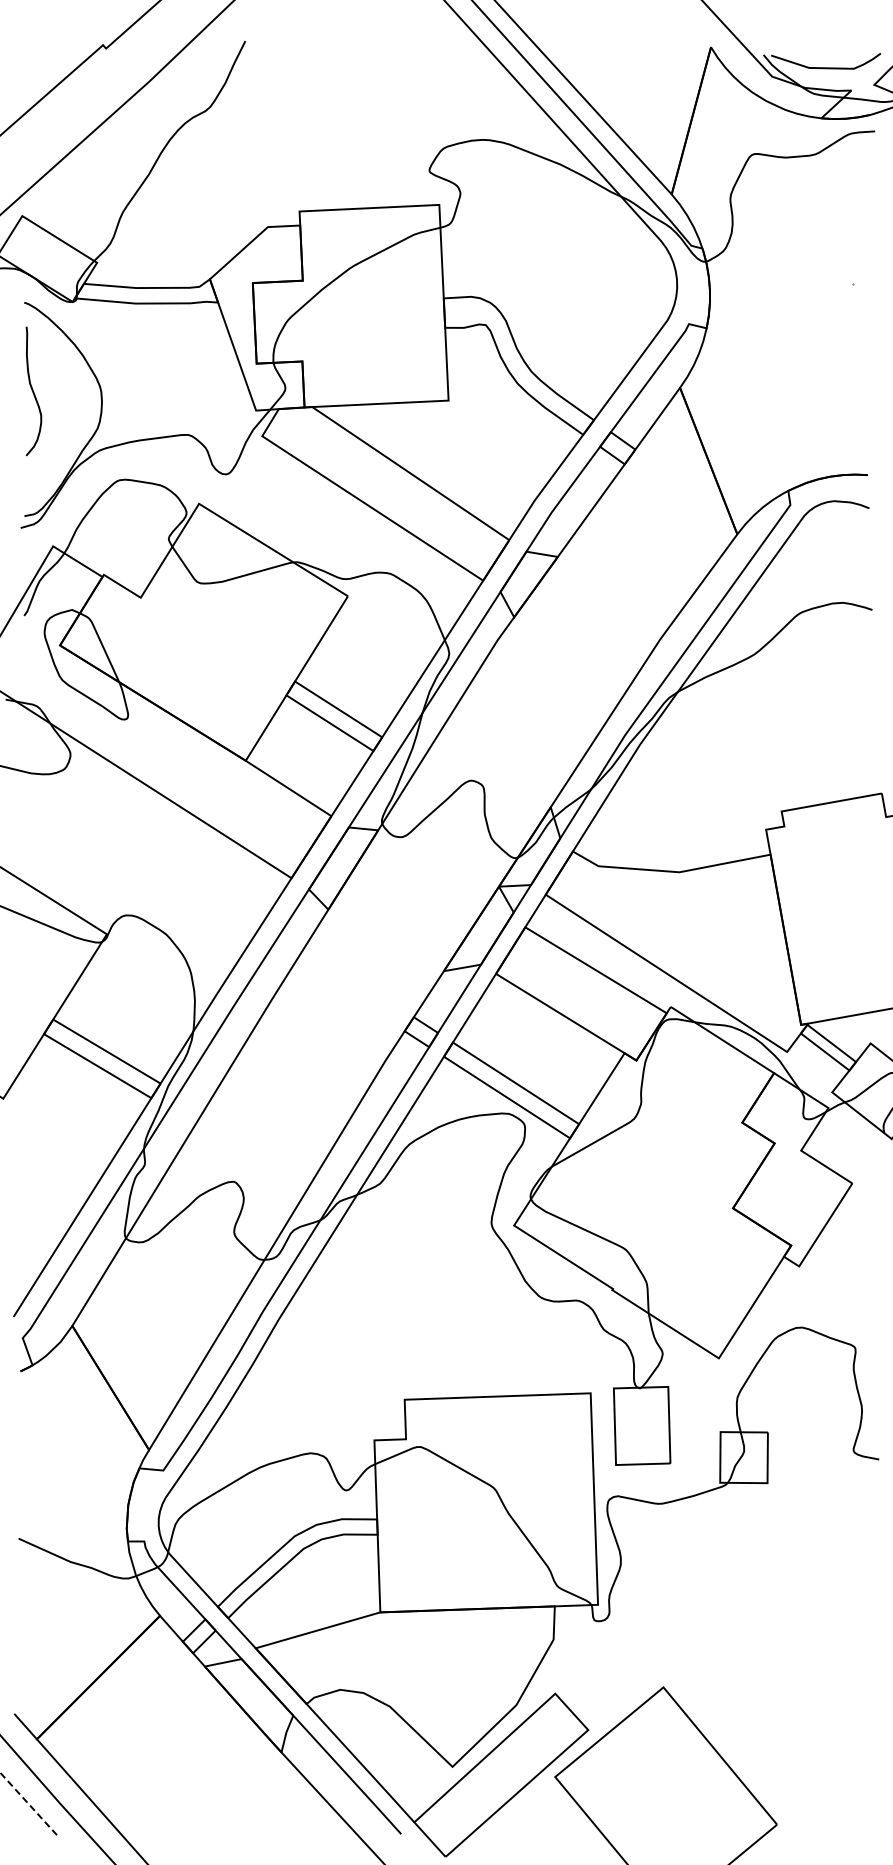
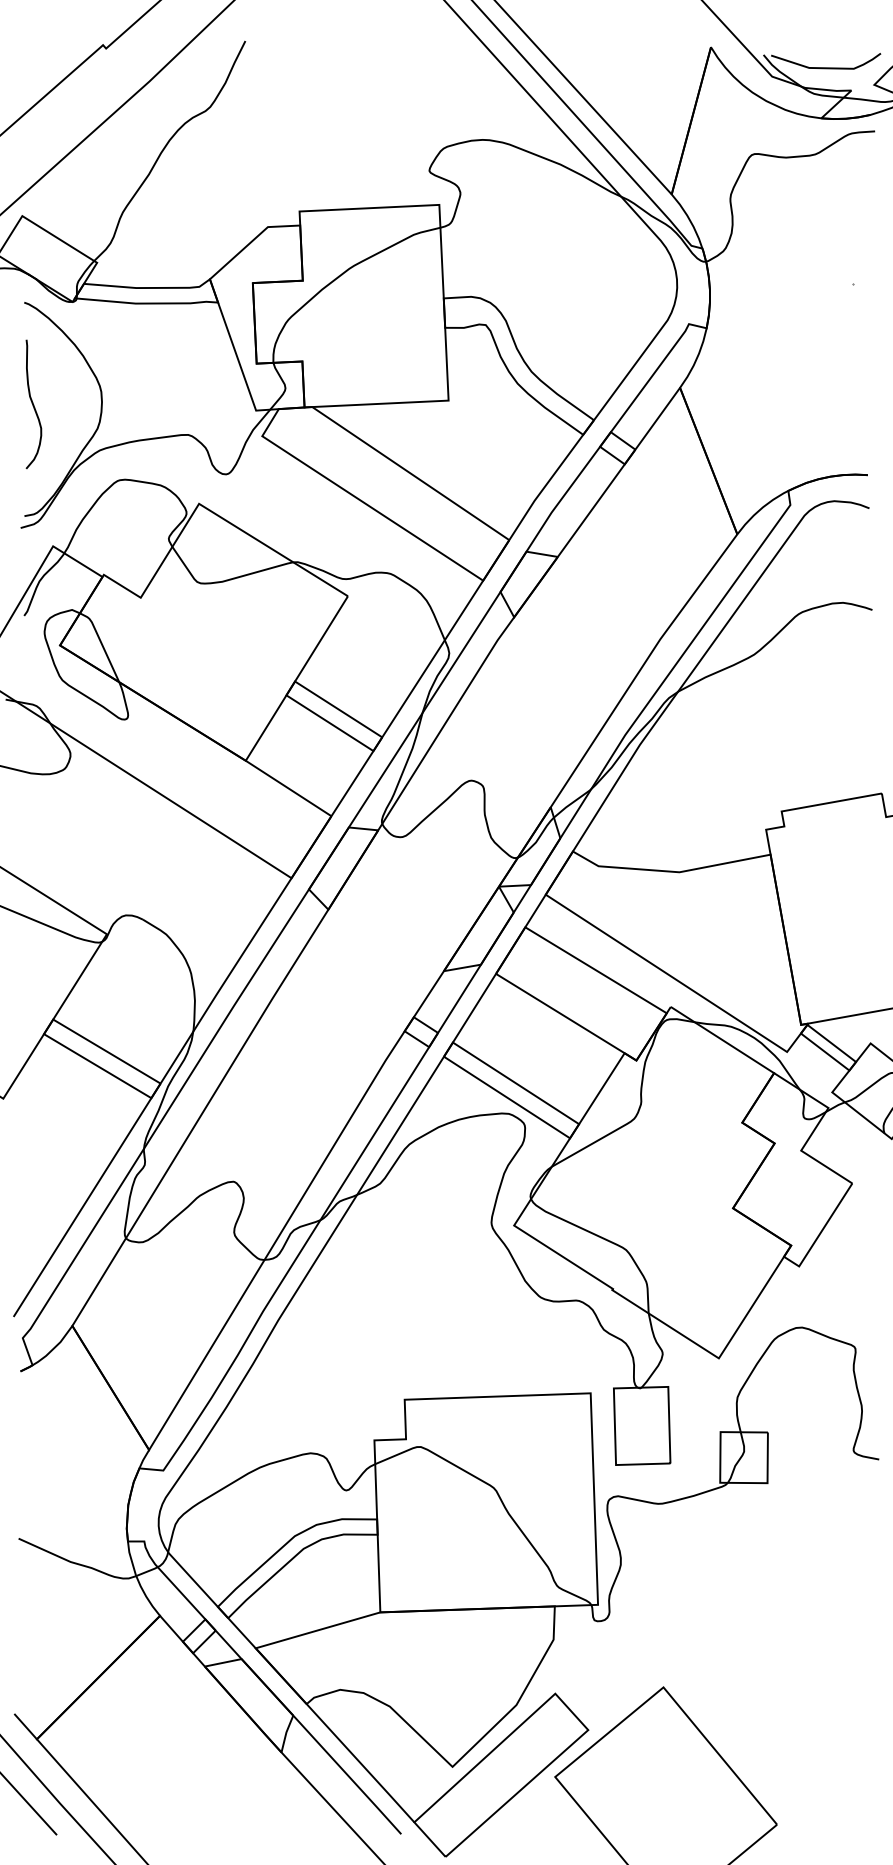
curve at (33, 391) position: (33, 391) -> (33, 404)
line at (28, 1804): dashed -> solid
